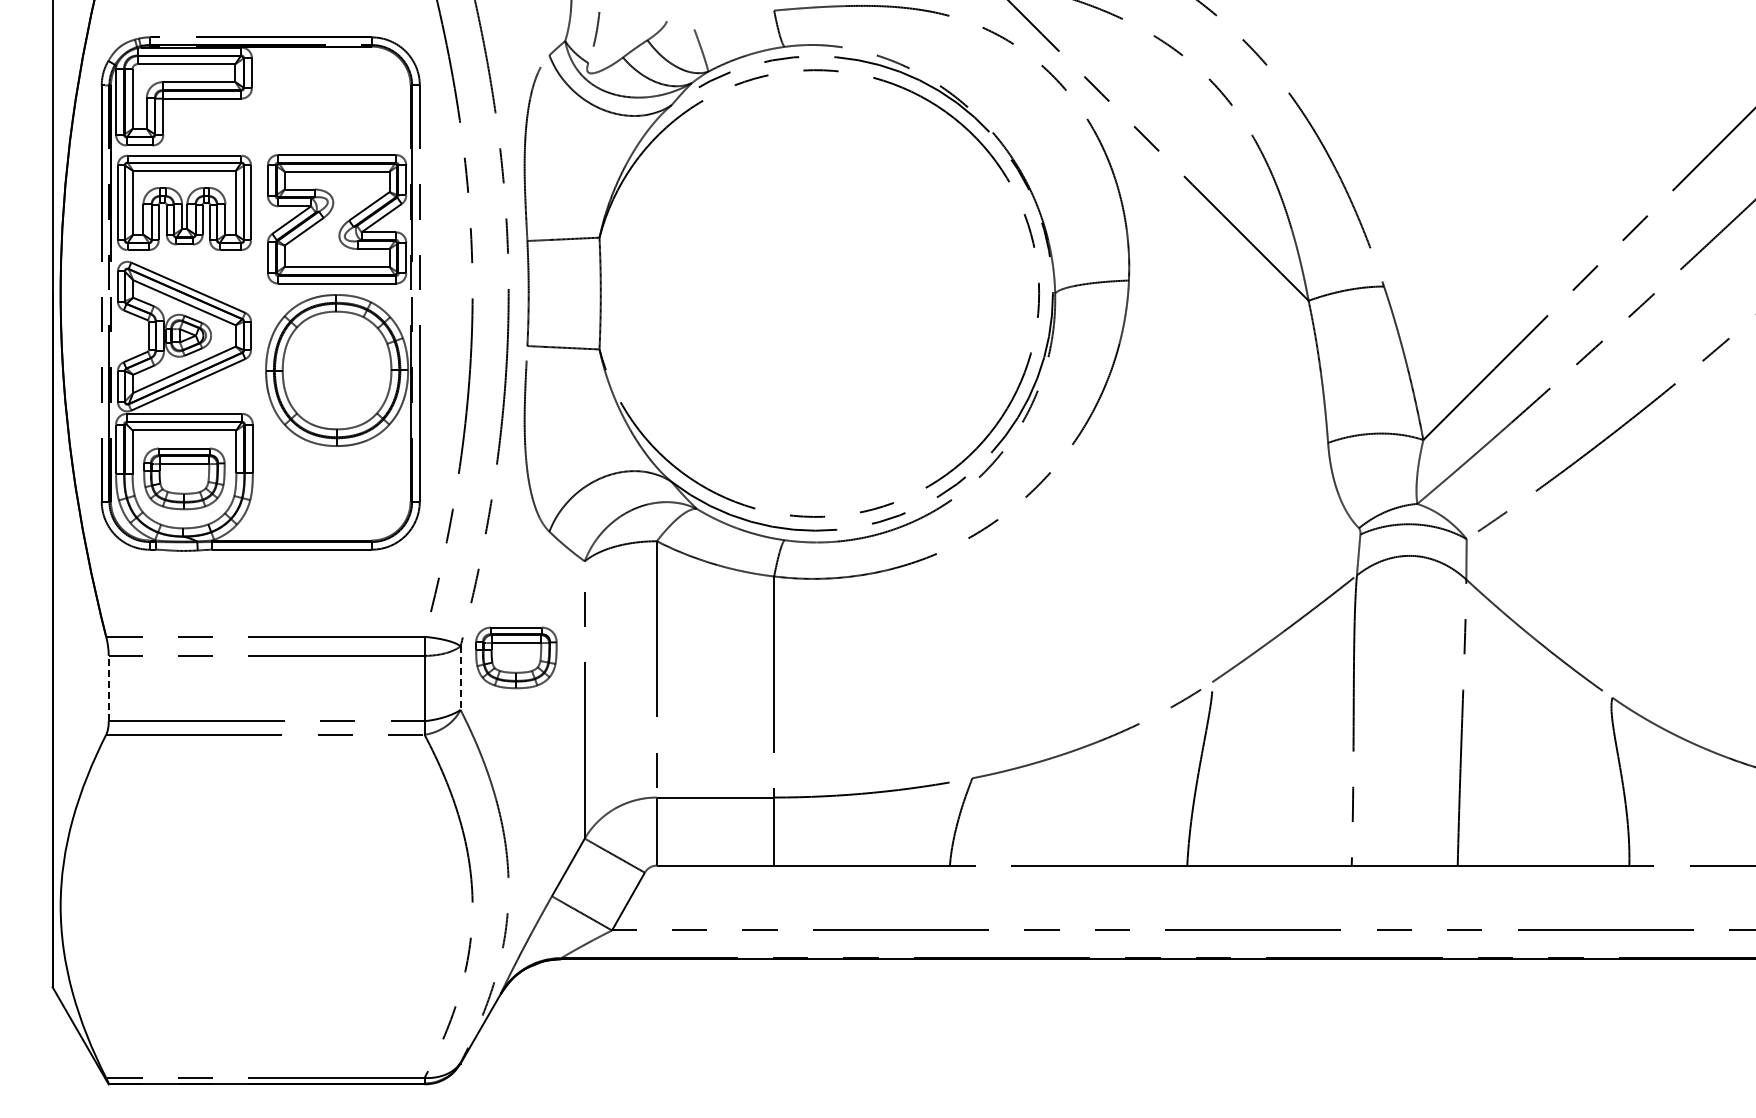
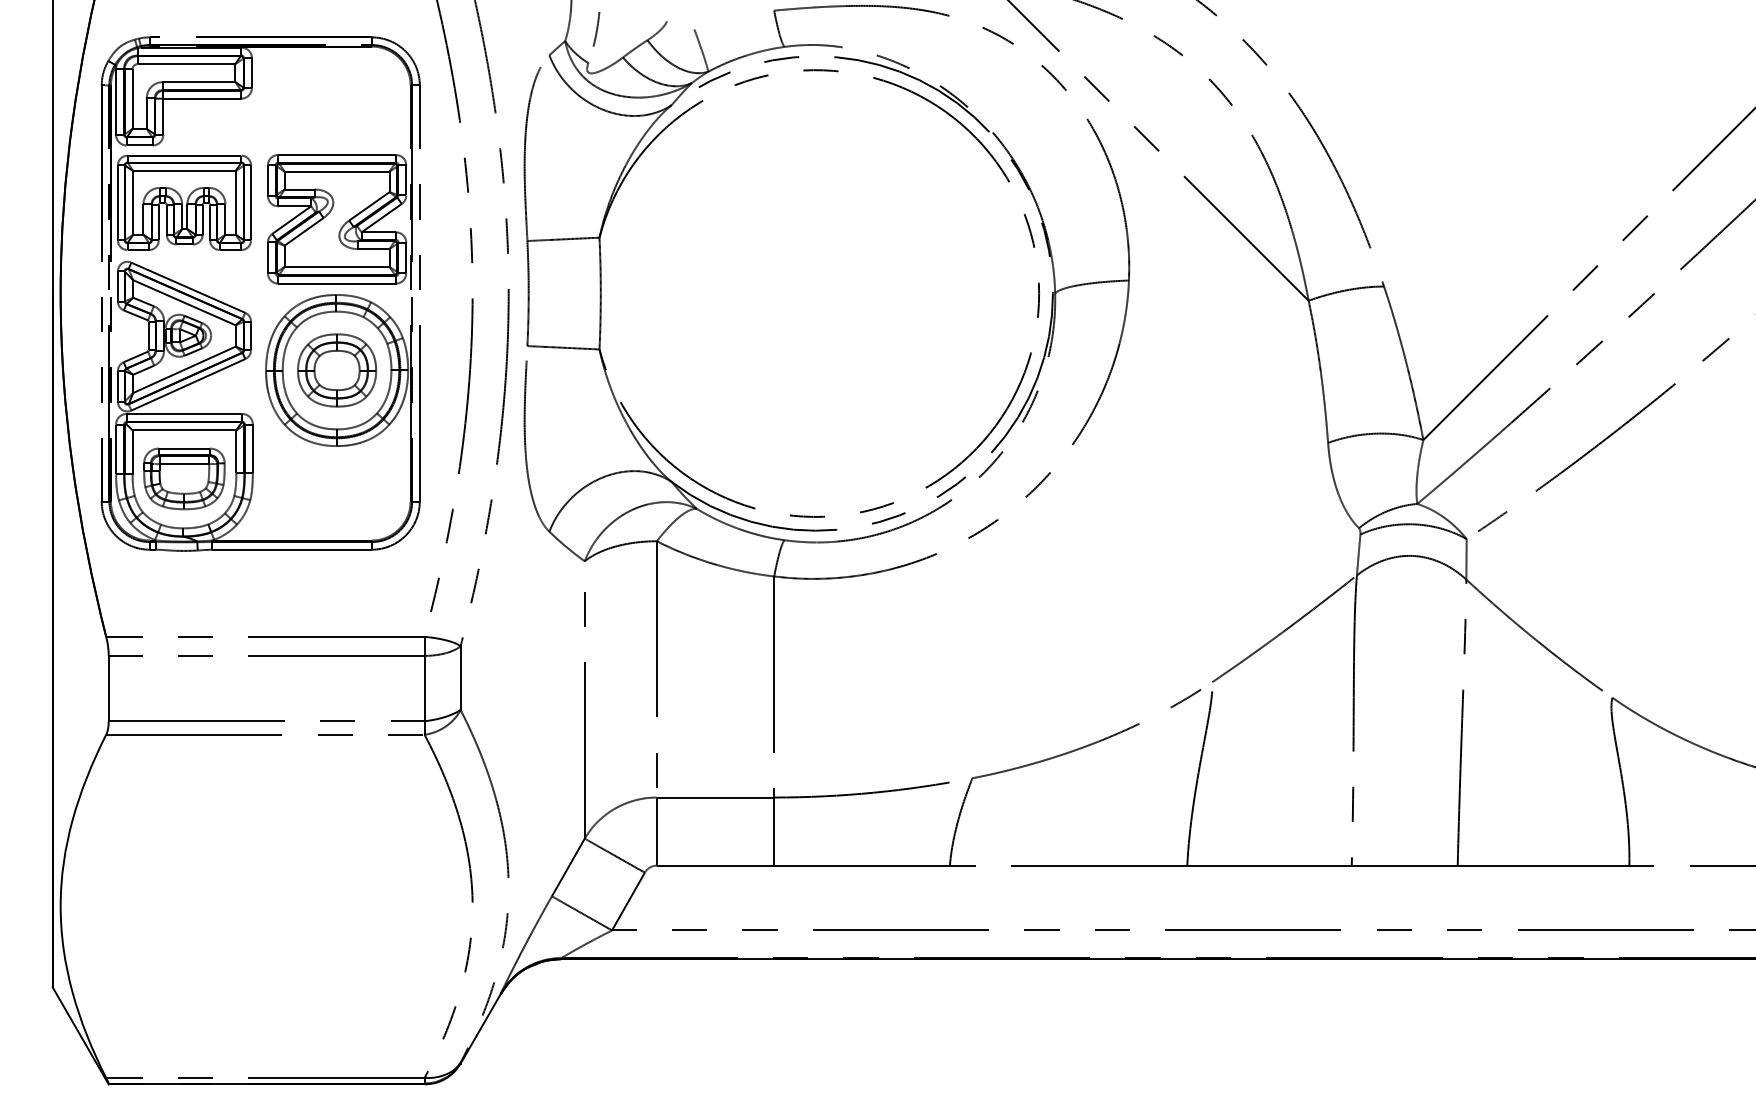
part at (337, 370): none -> present
part at (516, 657): present -> none
line at (460, 678): dashed -> solid
line at (108, 688): dashed -> solid
